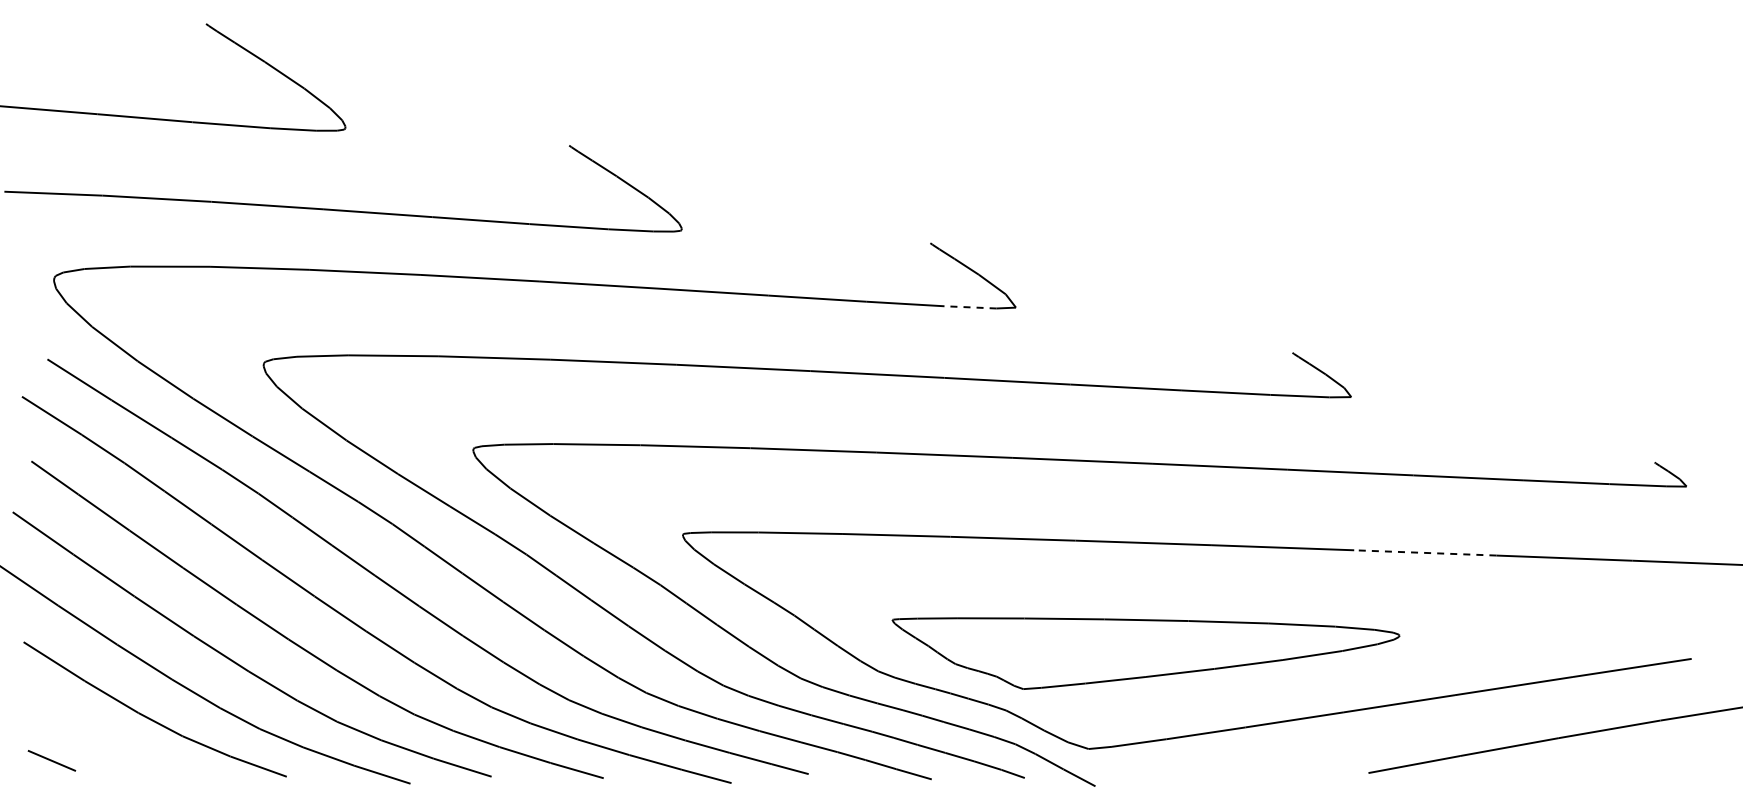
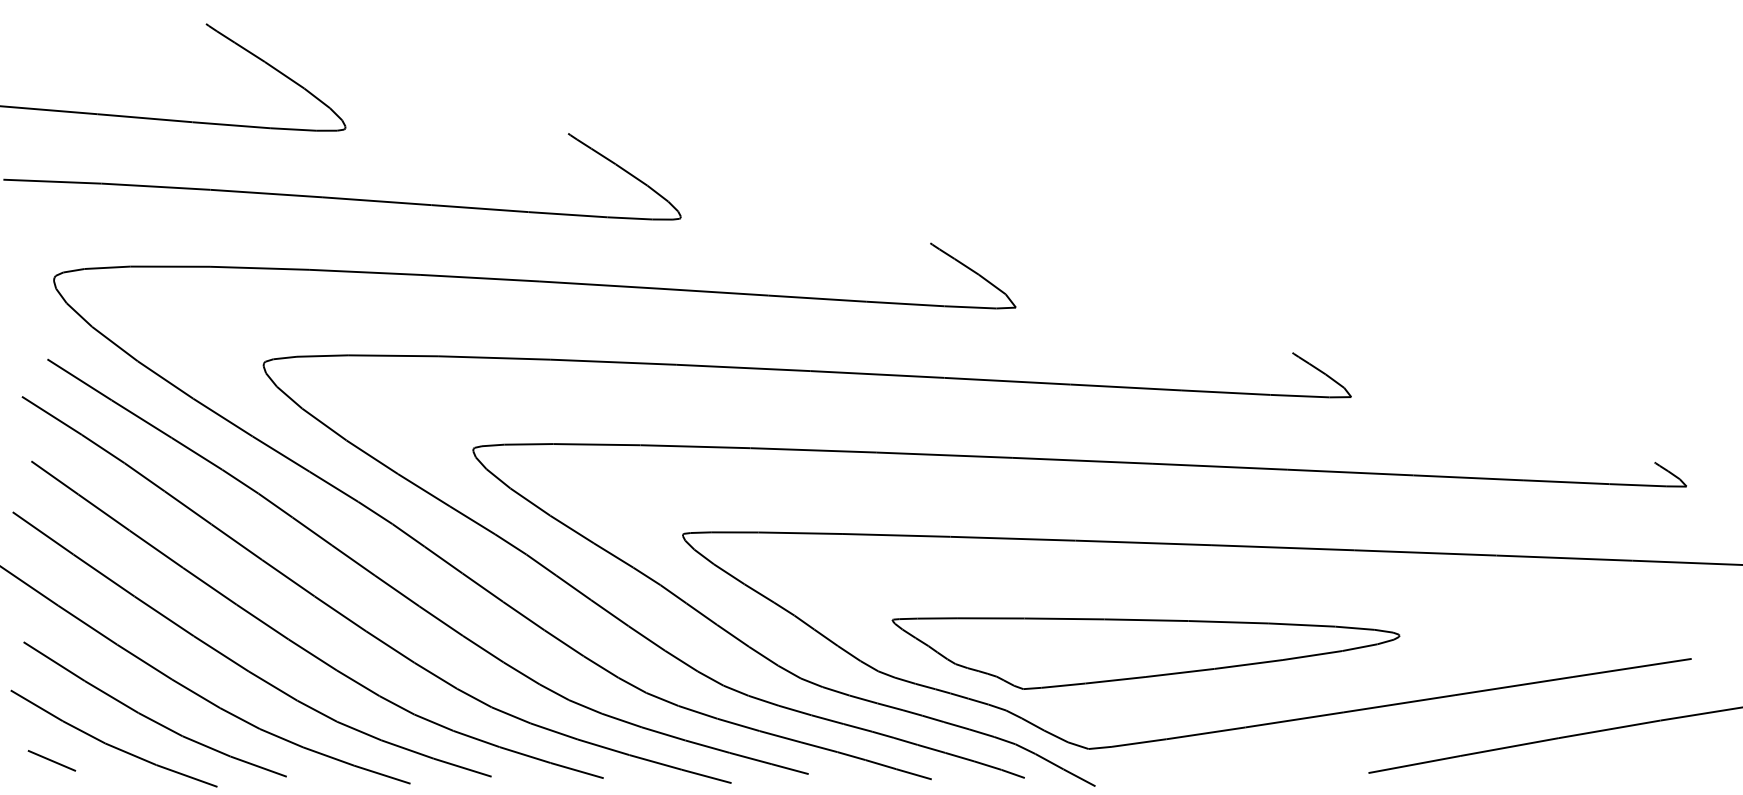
part at (343, 209) position: (343, 209) -> (342, 197)
line at (970, 307): dashed -> solid
line at (1424, 552): dashed -> solid
part at (110, 744): none -> present
